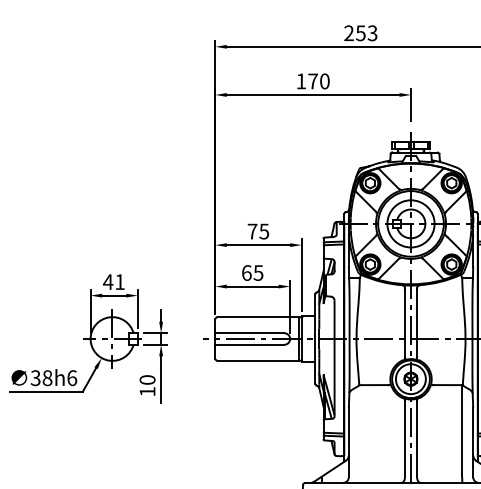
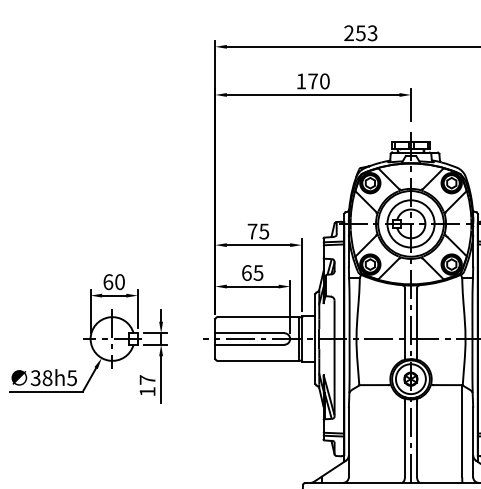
text at (113, 282): 41 -> 60
text at (72, 378): 38h6 -> 38h5
text at (147, 379): 10 -> 17
